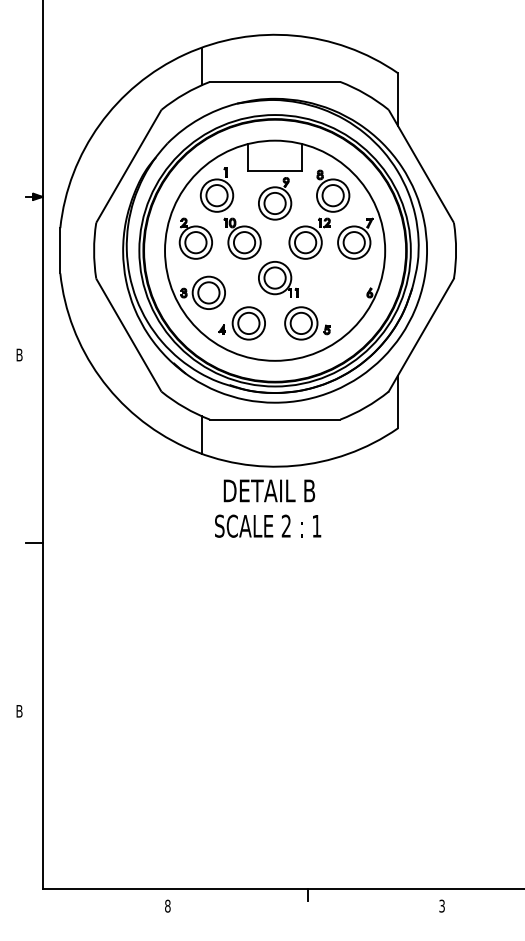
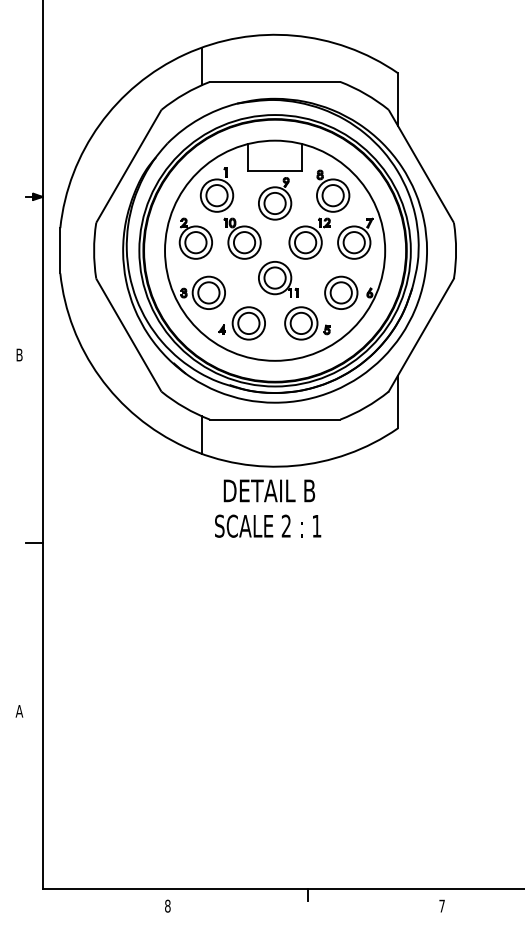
part at (341, 292): none -> present
text at (19, 711): B -> A
text at (441, 905): 3 -> 7
